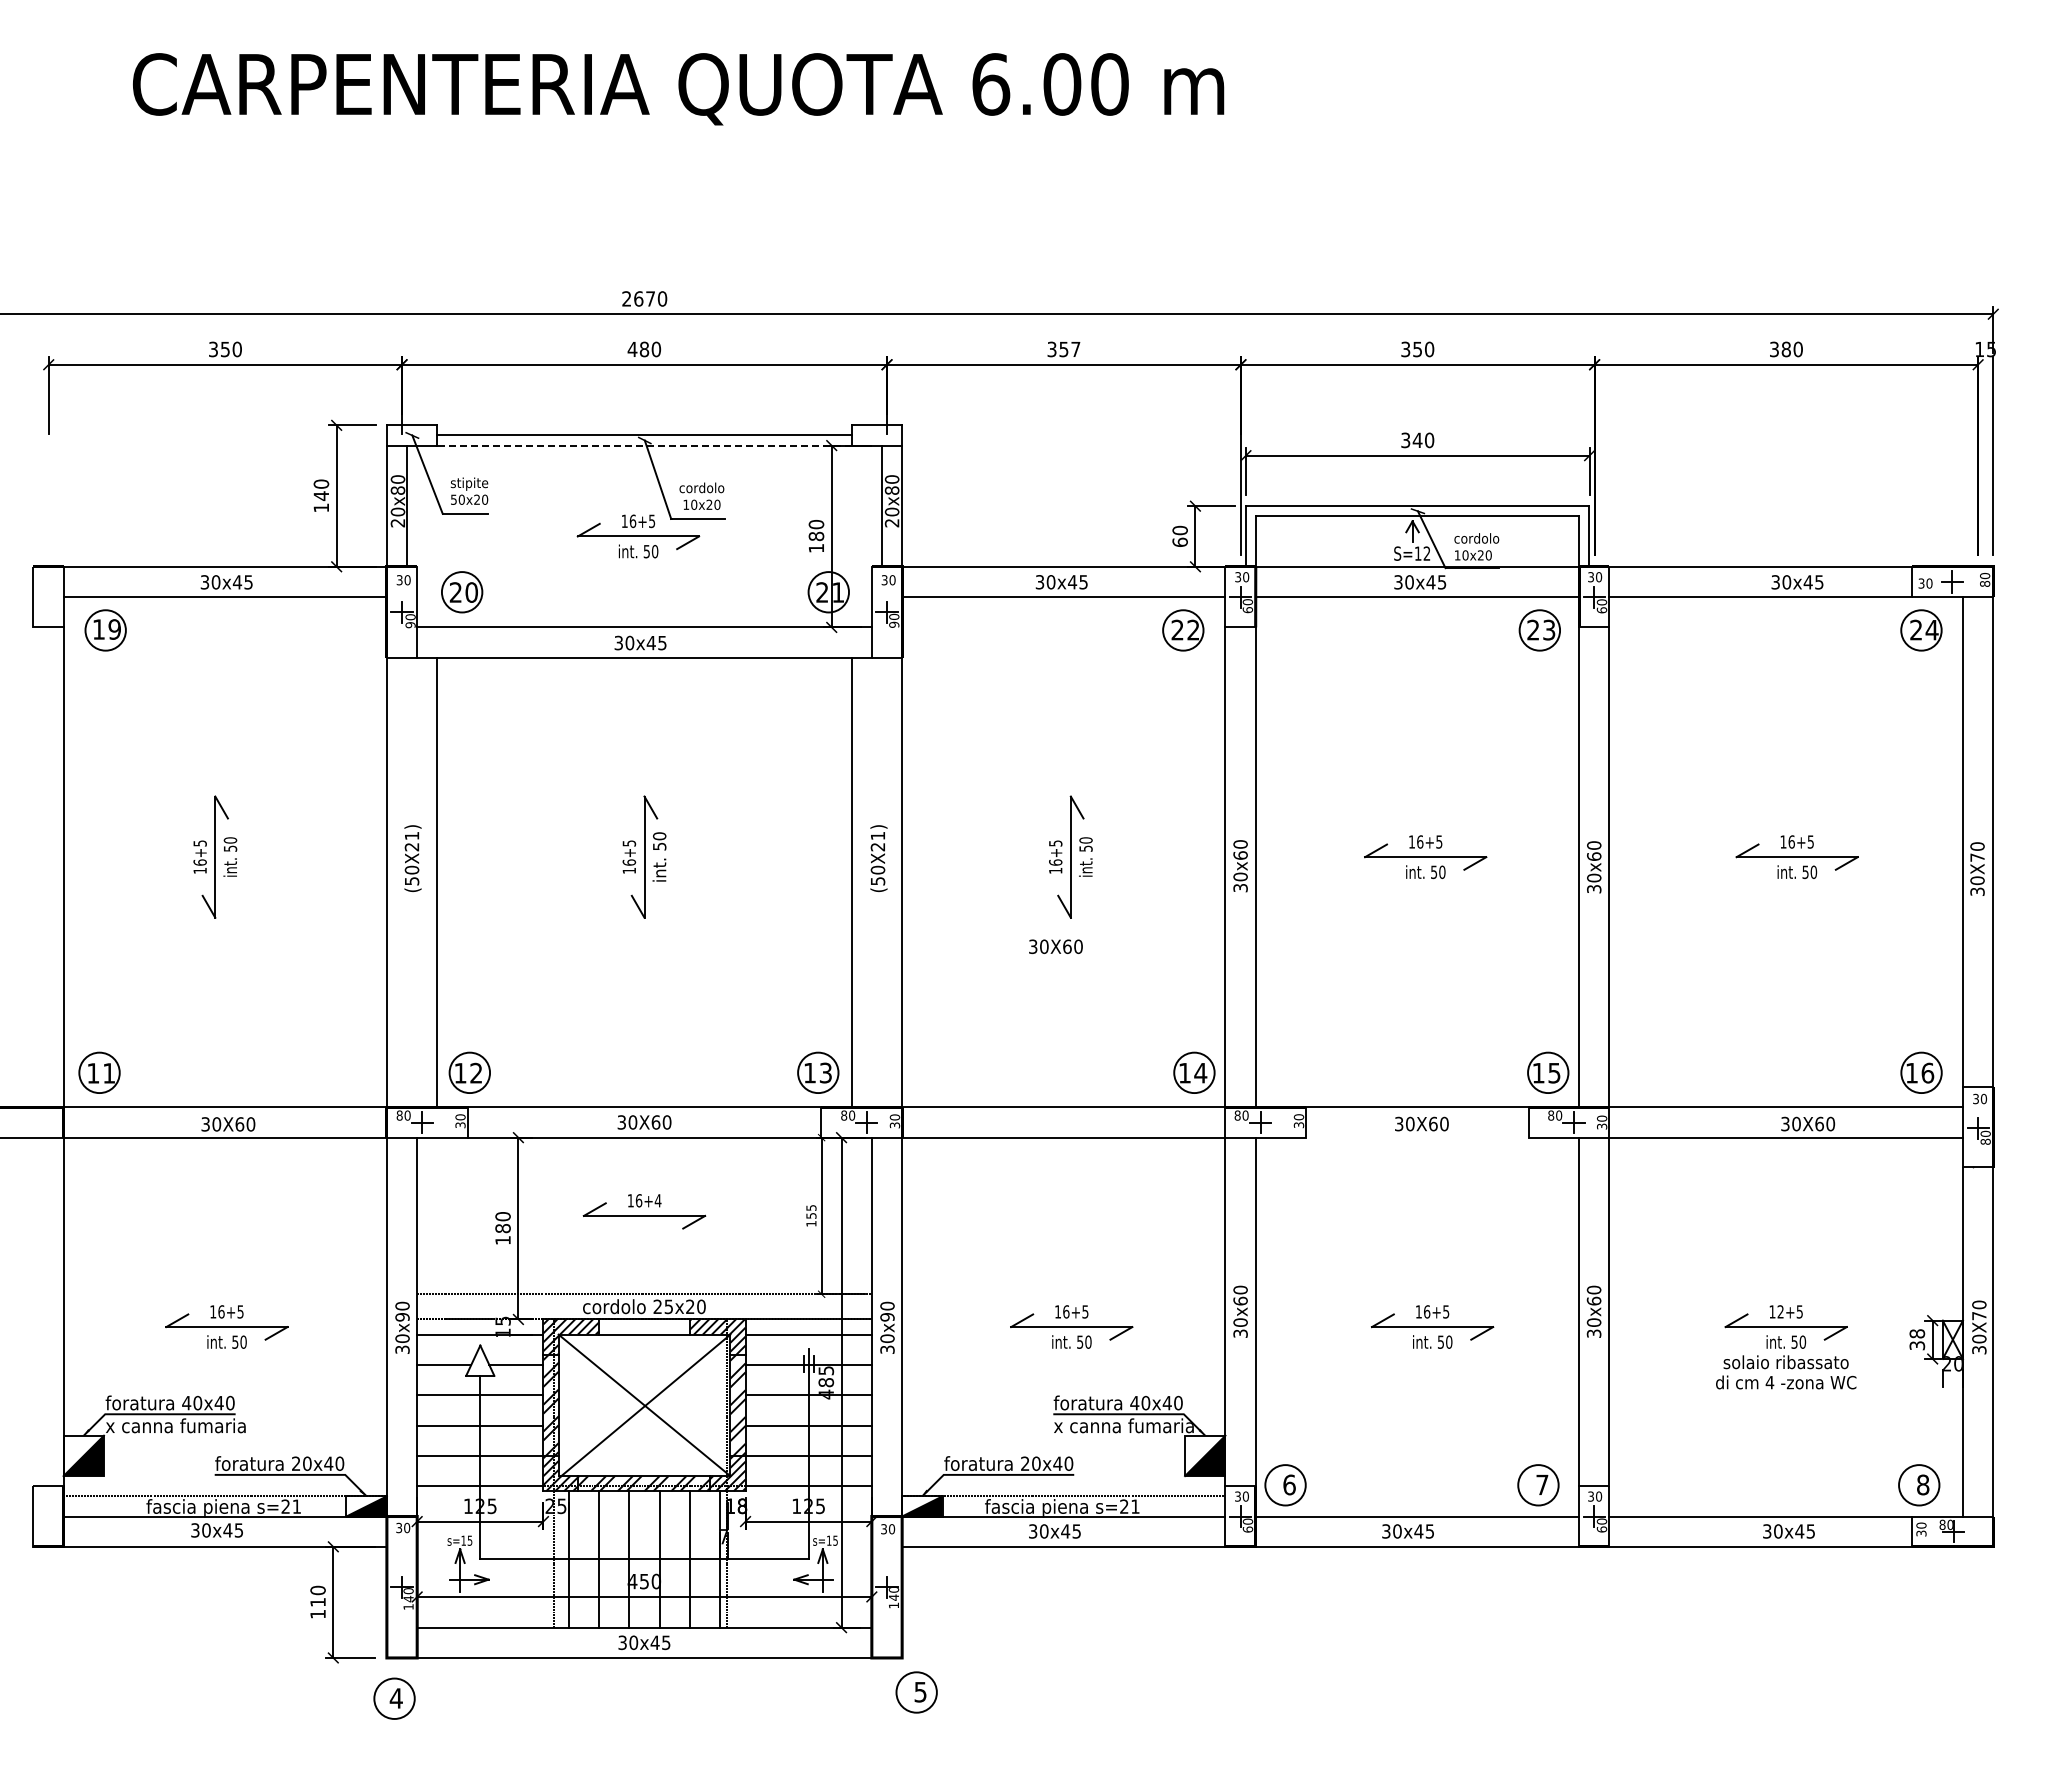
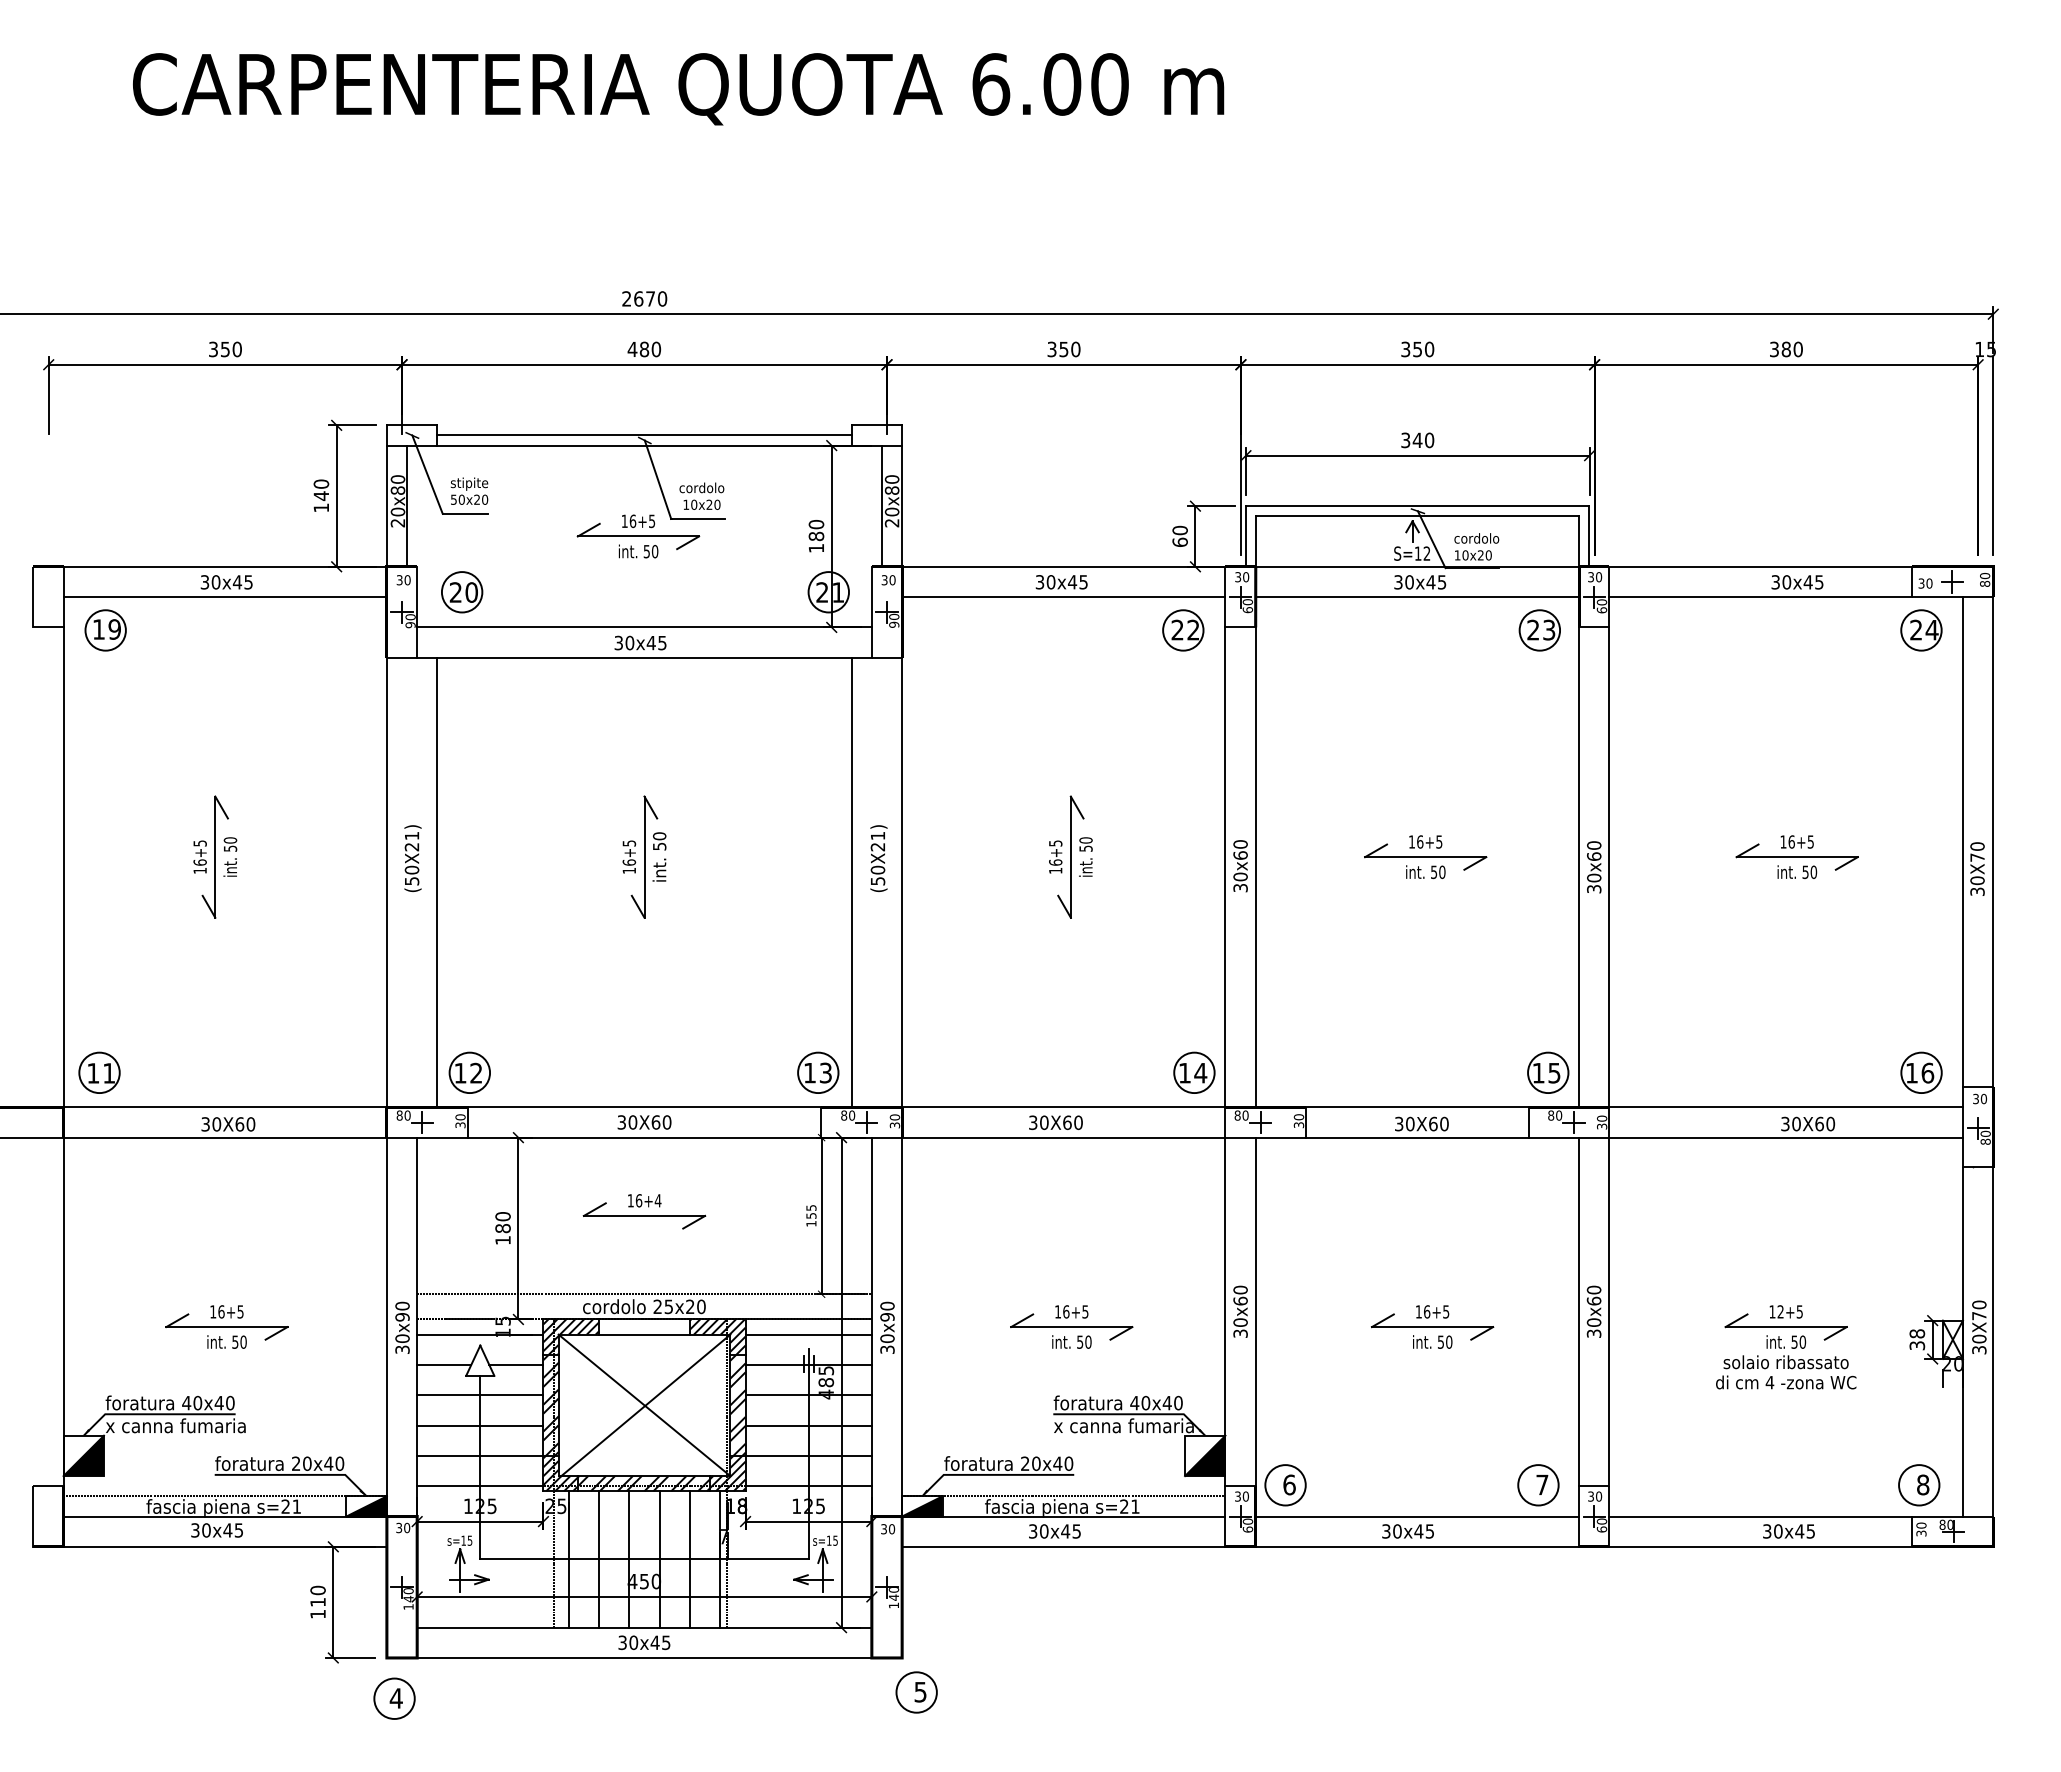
text at (1075, 349): 357 -> 350
line at (644, 445): dashed -> solid
text at (1055, 946) position: (1055, 946) -> (1055, 1122)
line at (1417, 1137): none -> present
